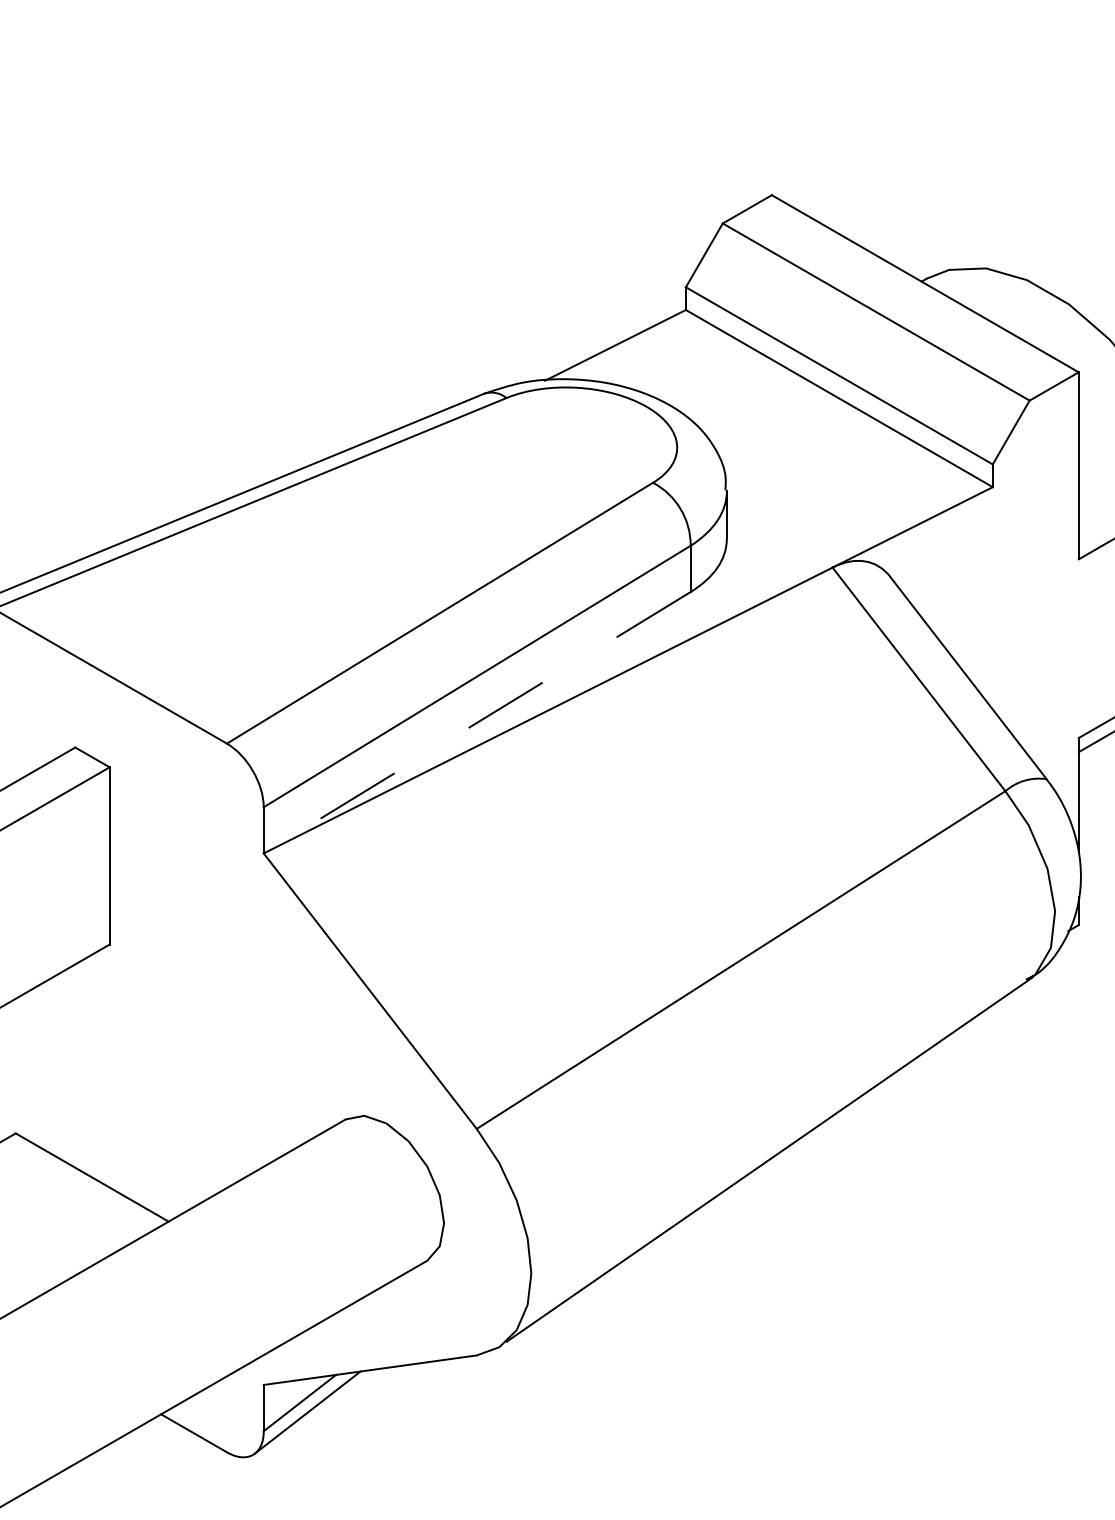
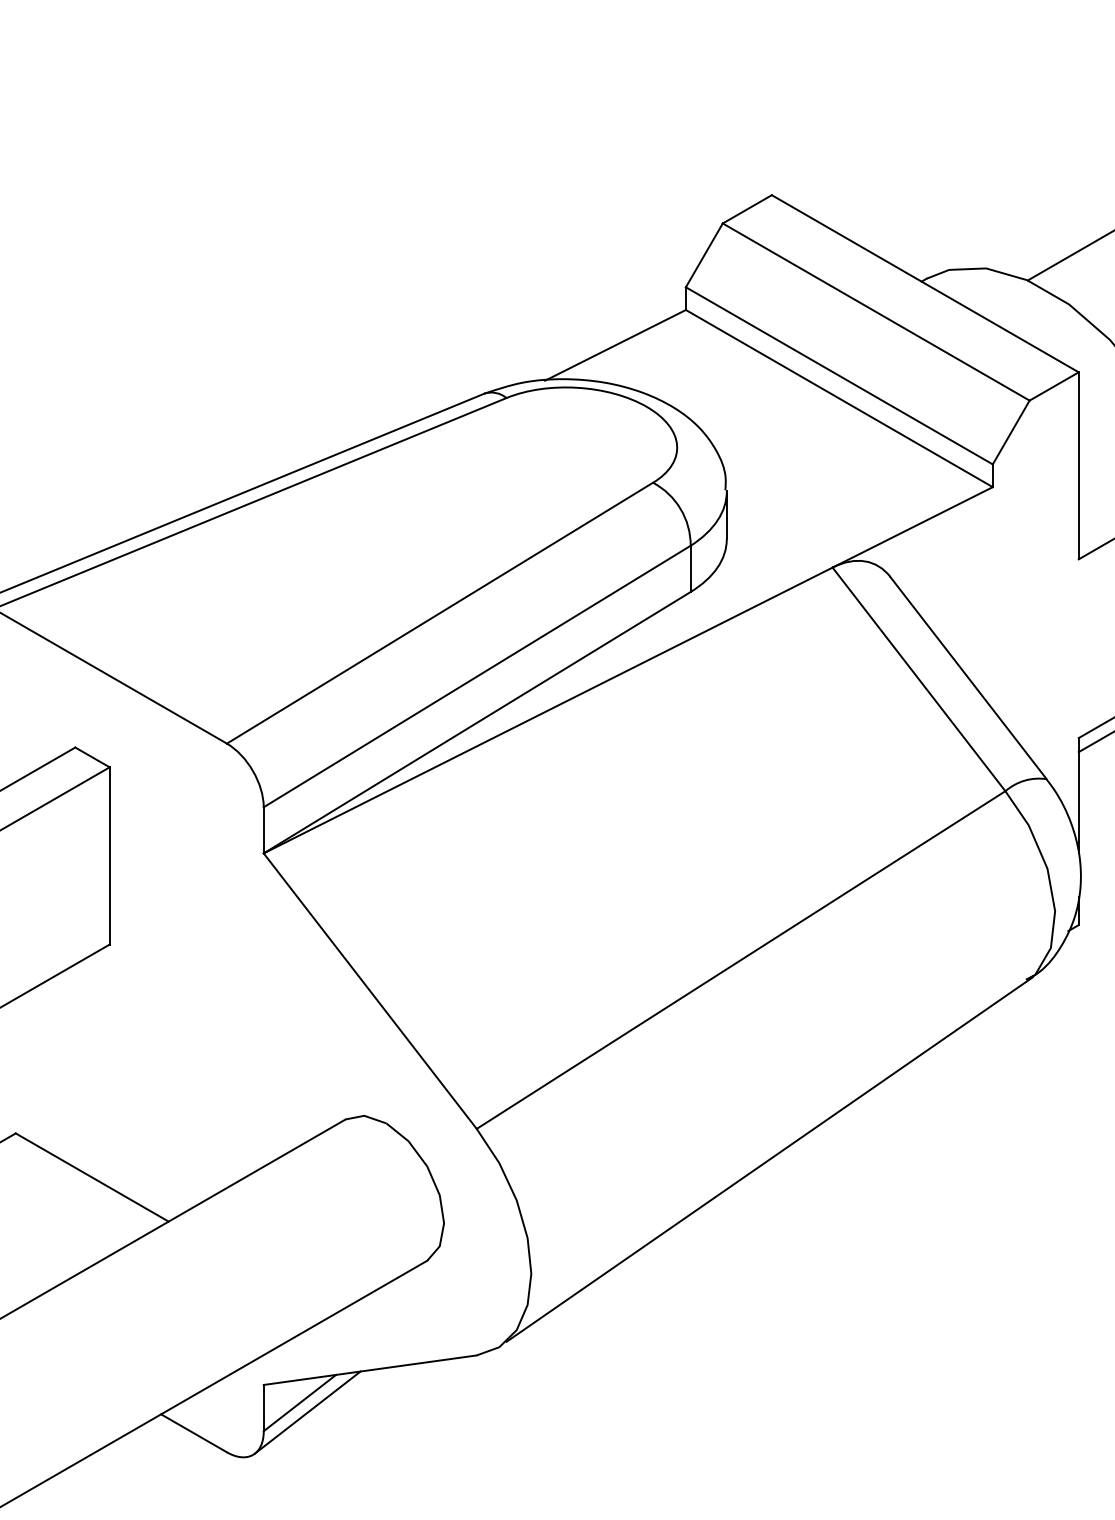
line at (1069, 256): none -> present
line at (476, 722): dashed -> solid
